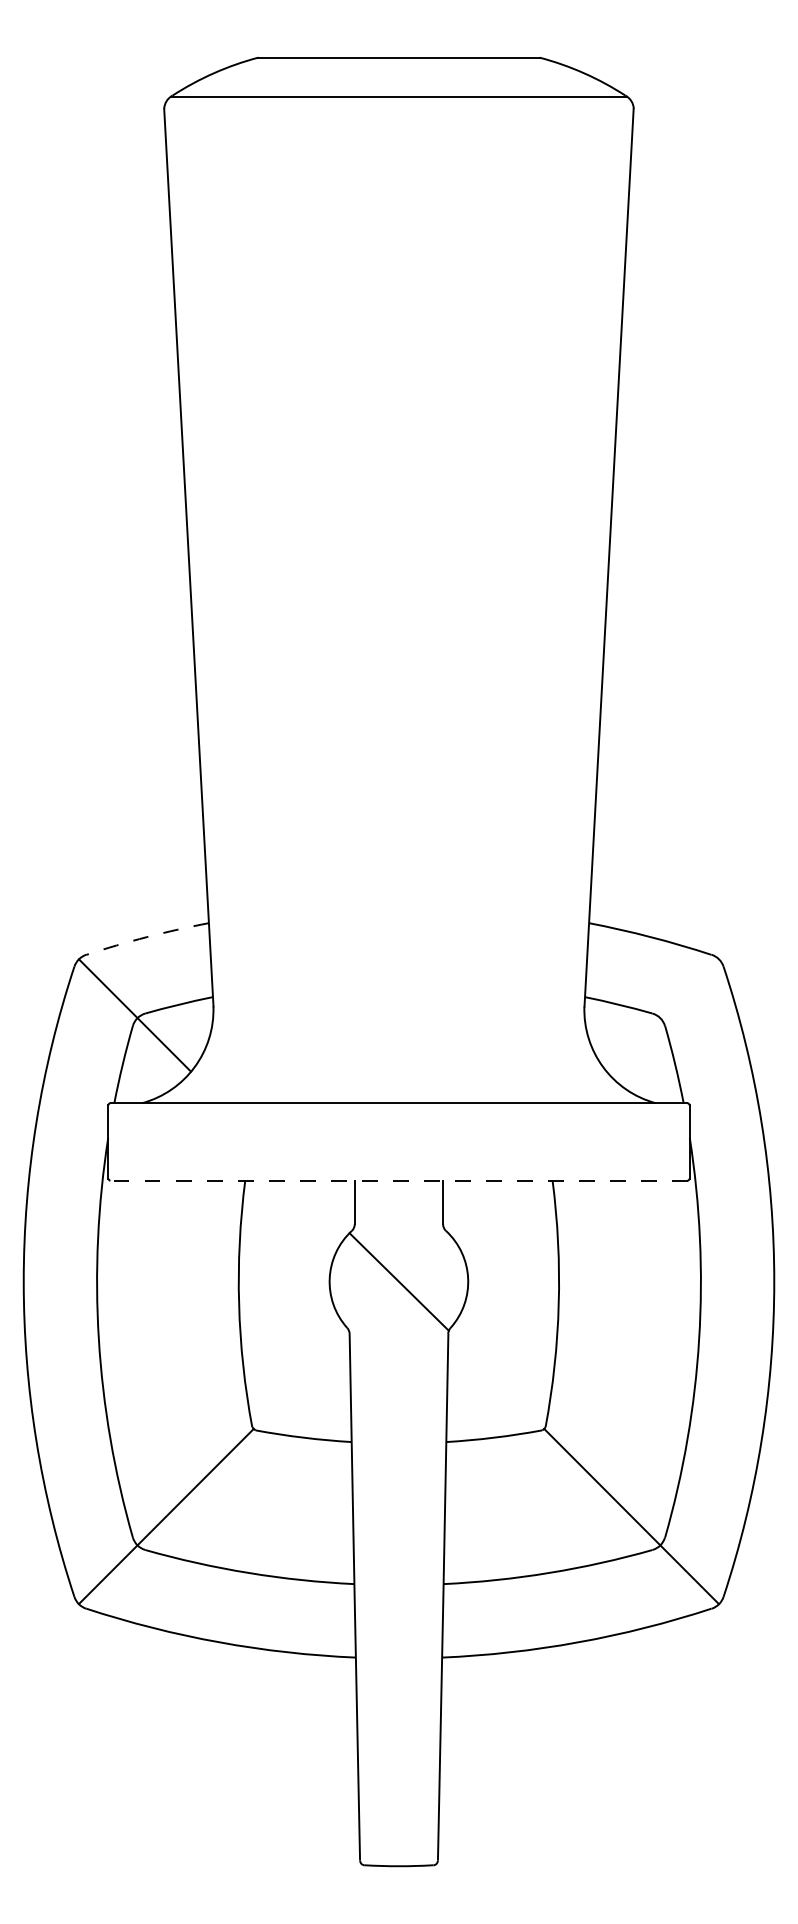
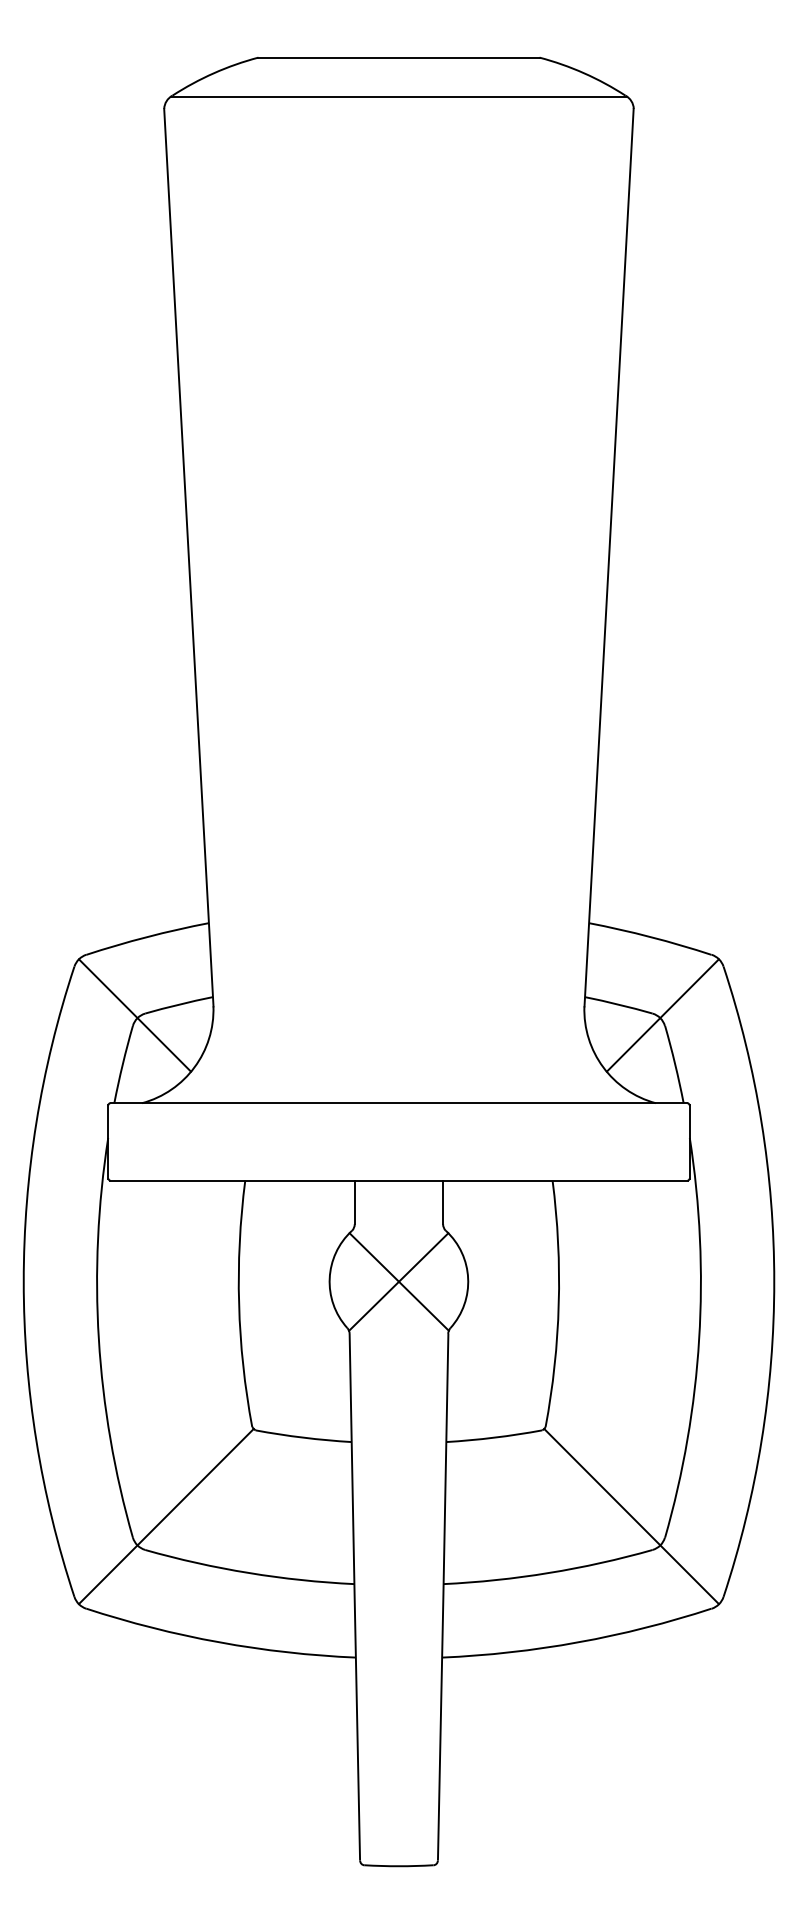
arc at (147, 937): dashed -> solid
line at (662, 1015): none -> present
line at (399, 1180): dashed -> solid
line at (398, 1281): none -> present
